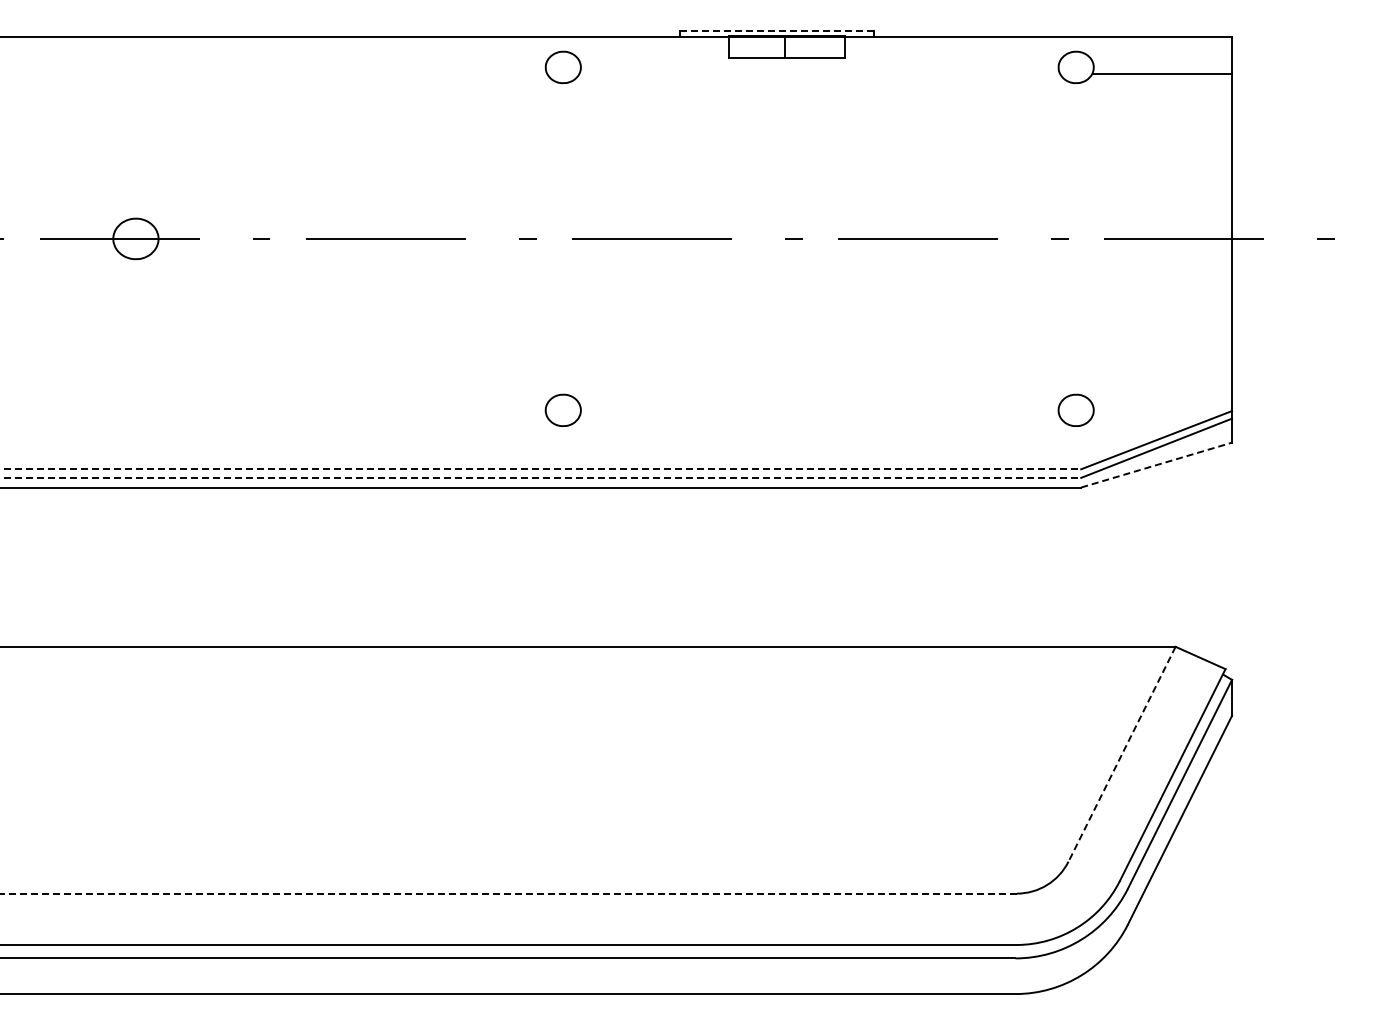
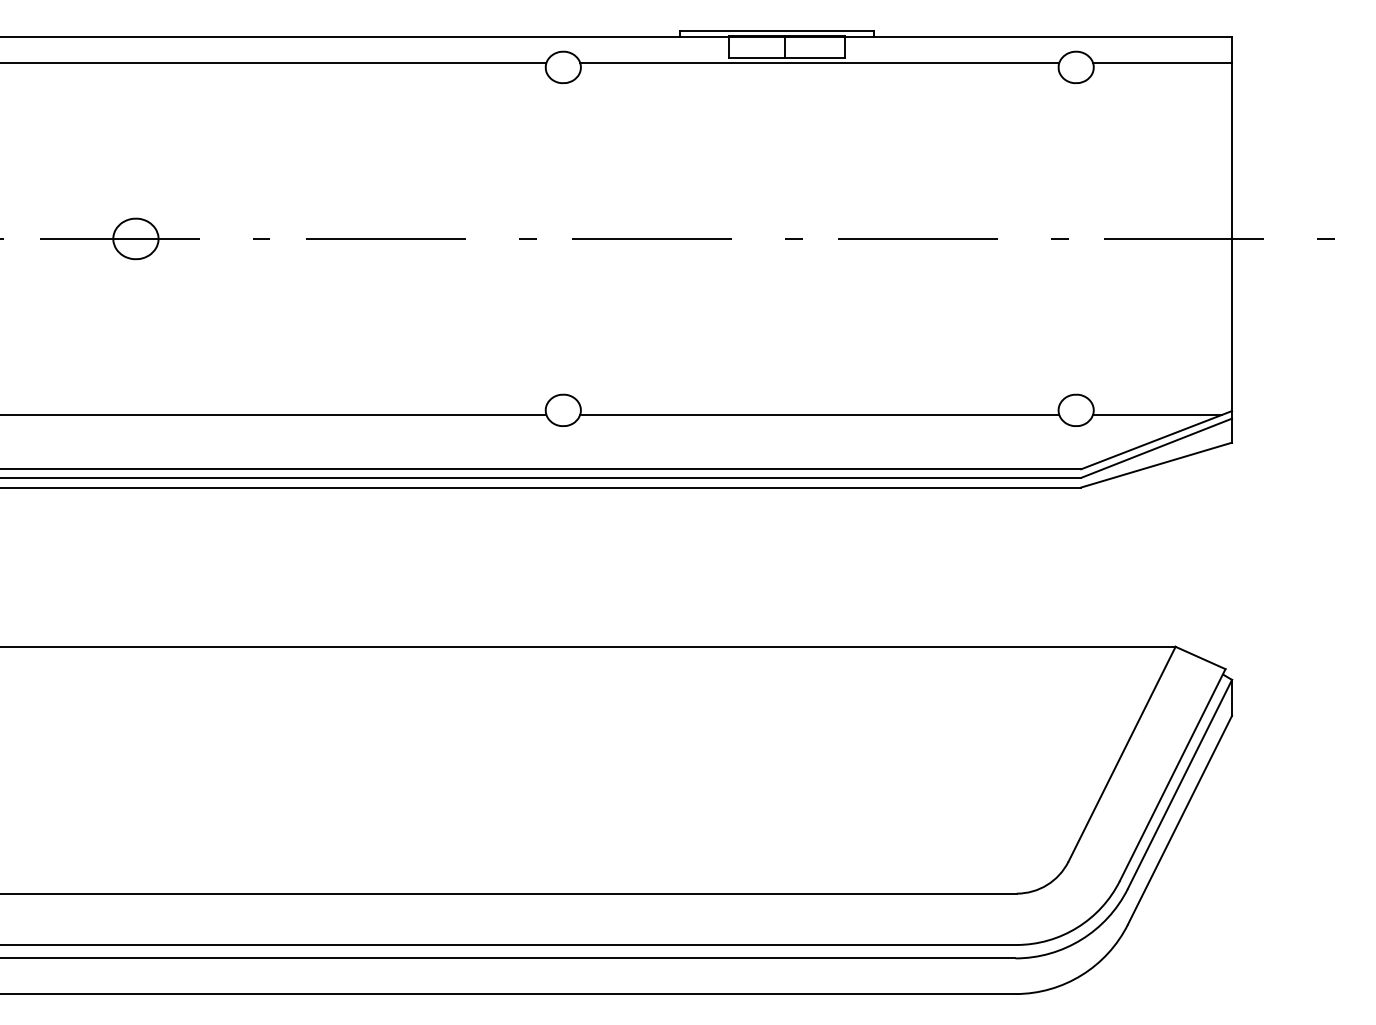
line at (777, 30): dashed -> solid
line at (274, 62): none -> present
line at (819, 62): none -> present
line at (1162, 73) position: (1162, 73) -> (1162, 62)
line at (274, 414): none -> present
line at (819, 414): none -> present
line at (1157, 414): none -> present
line at (1156, 465): dashed -> solid
line at (541, 469): dashed -> solid
line at (541, 477): dashed -> solid
line at (1121, 754): dashed -> solid
line at (508, 893): dashed -> solid
